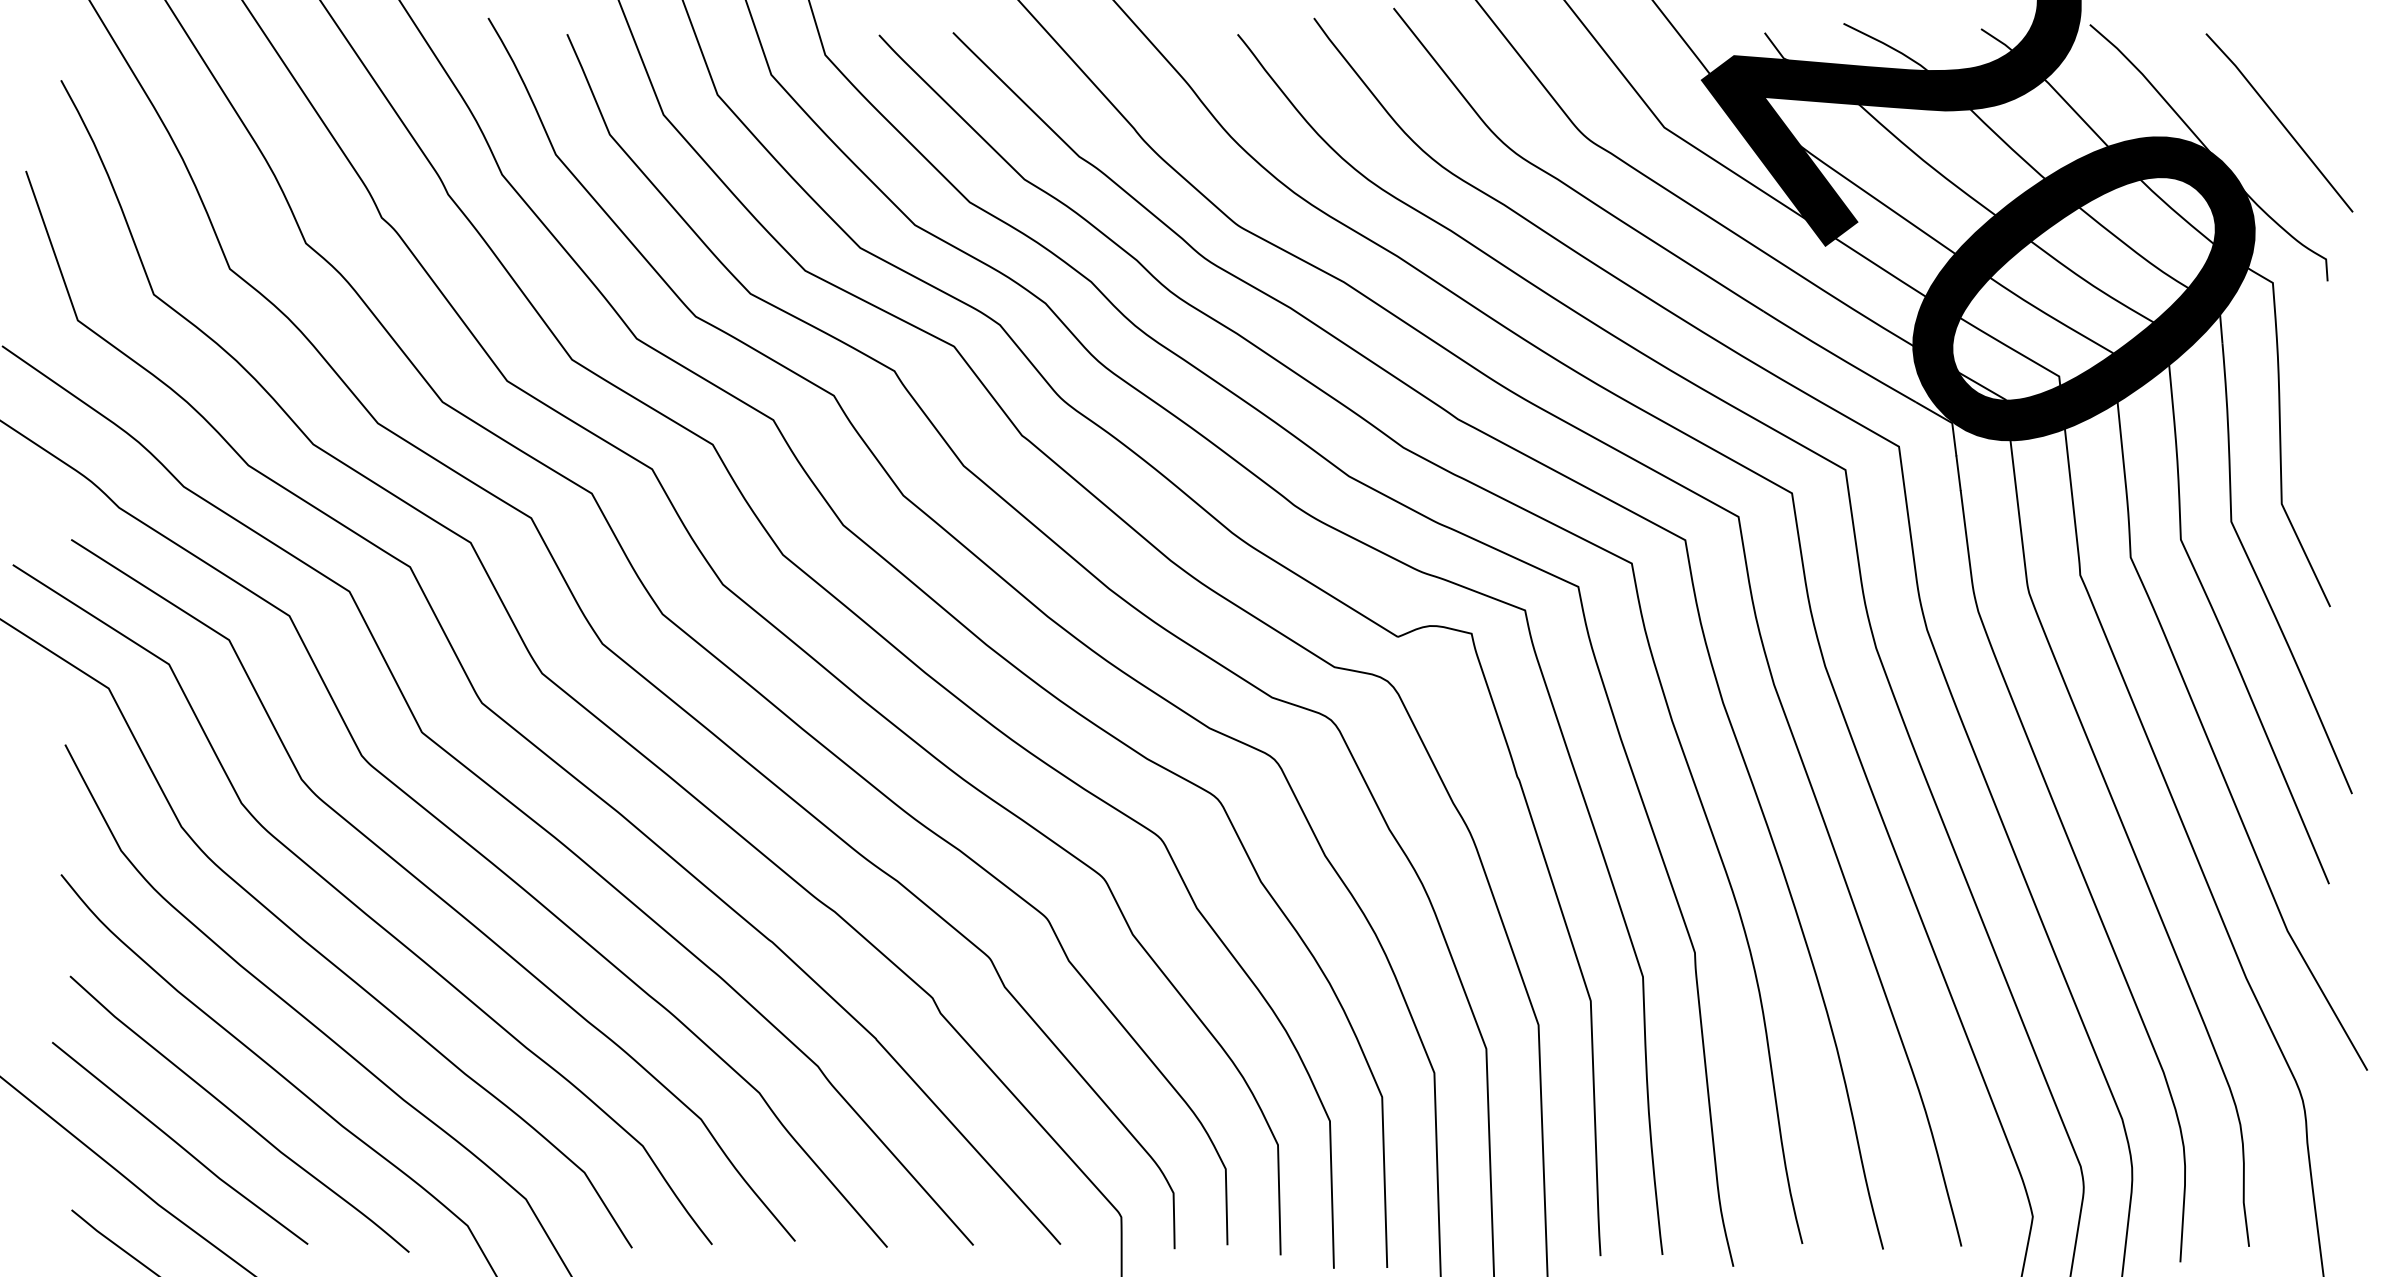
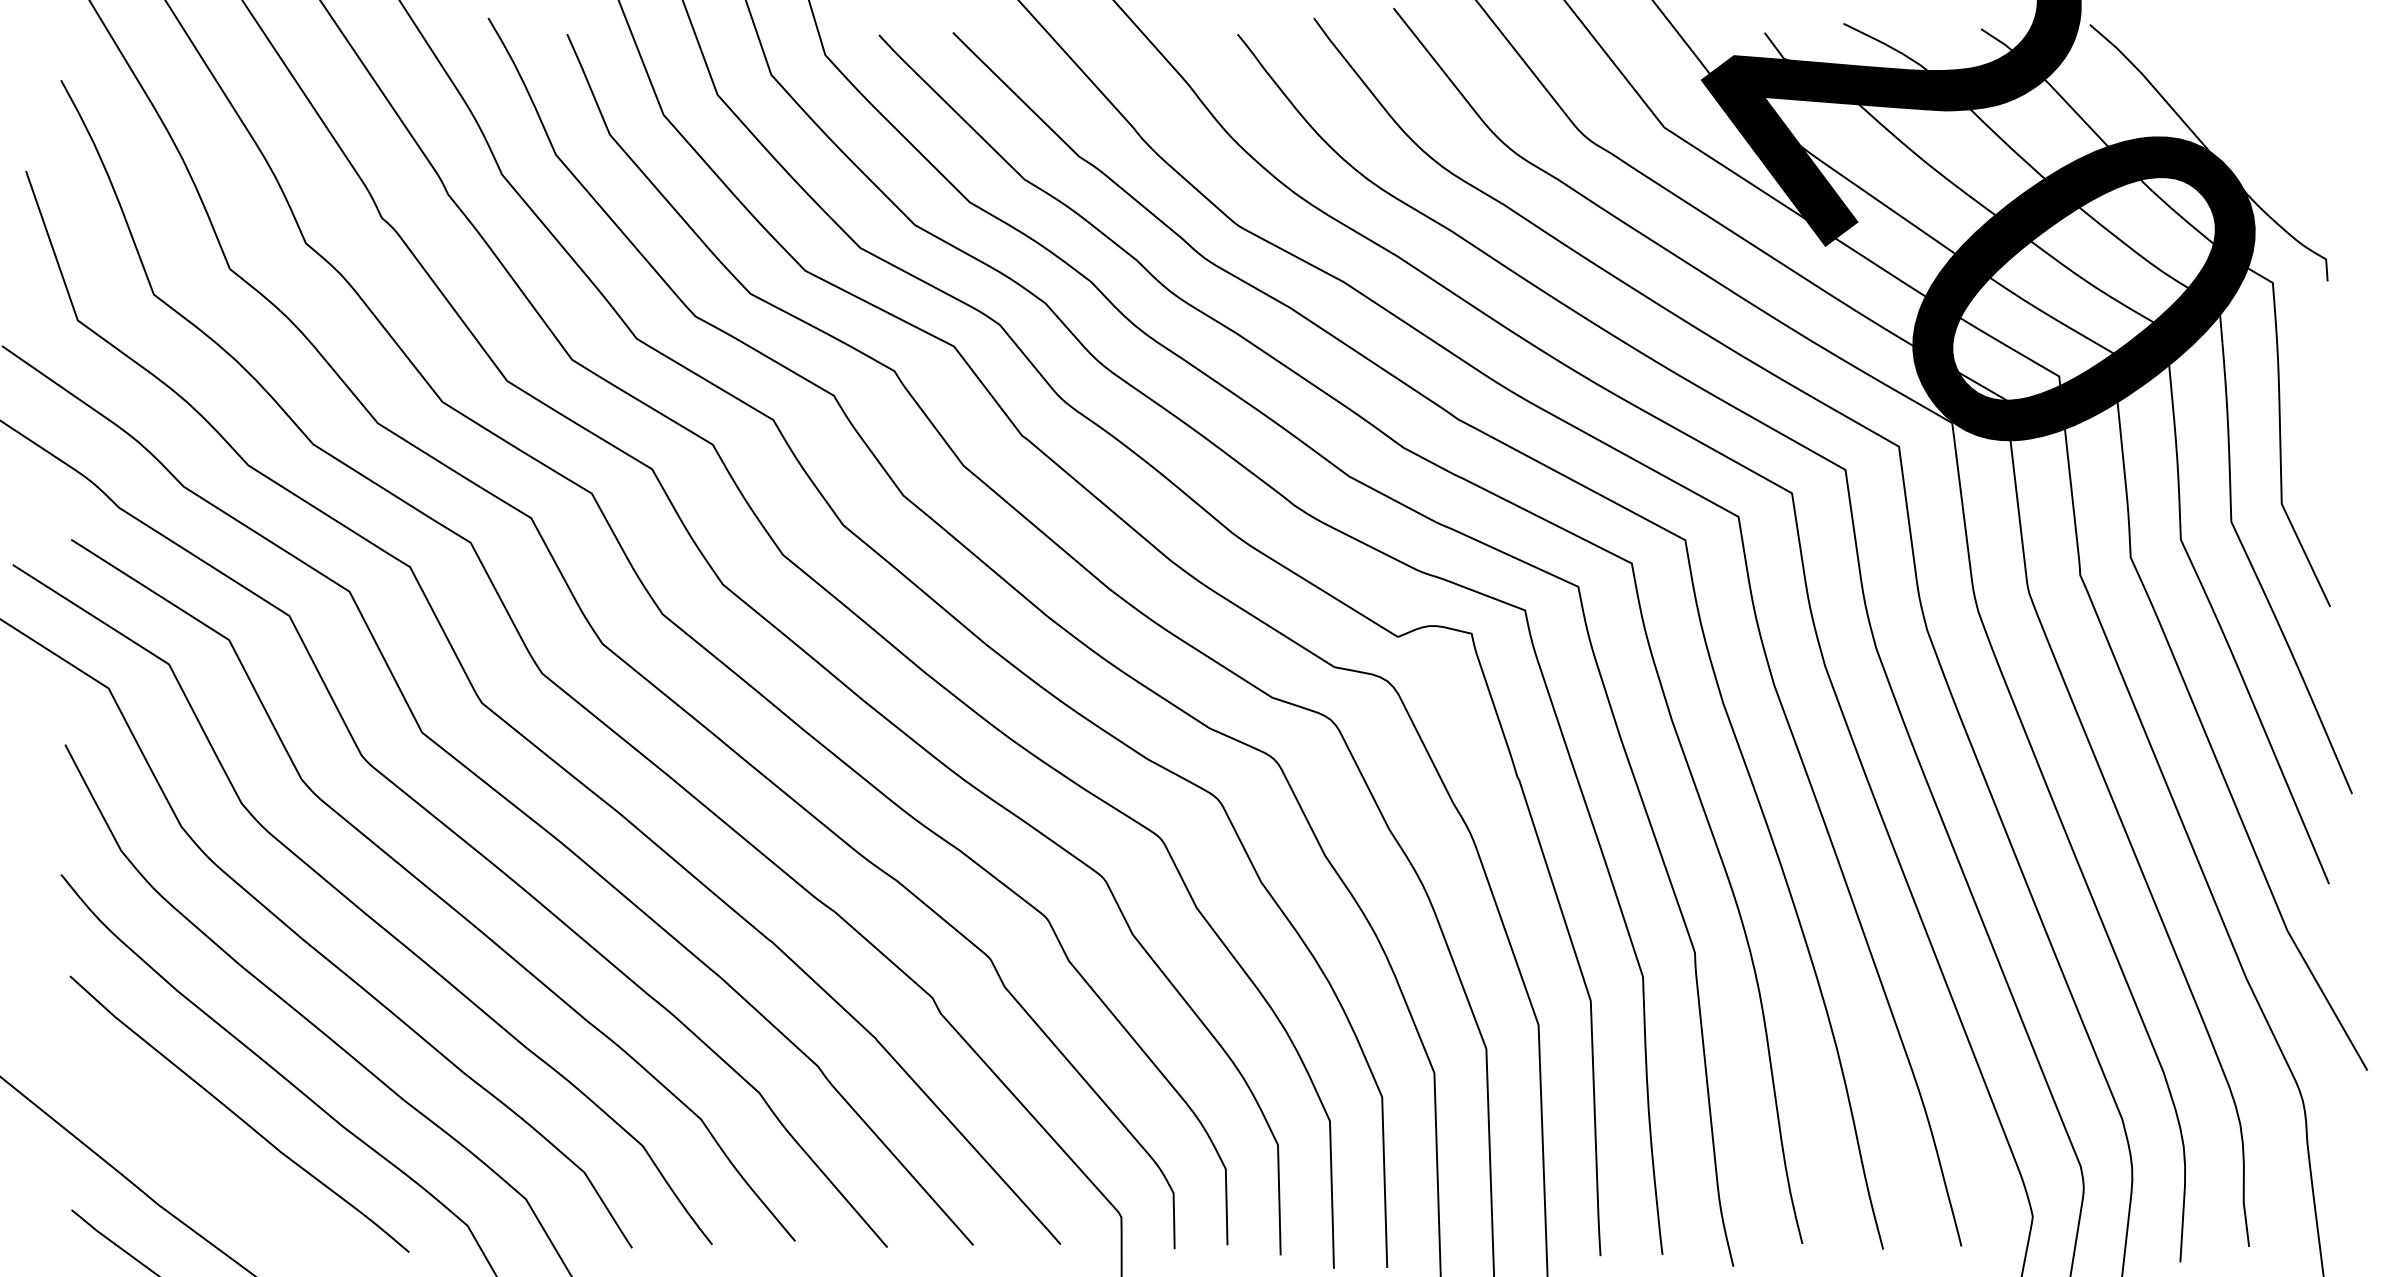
line at (2279, 122): present -> none
curve at (180, 1144): present -> none
